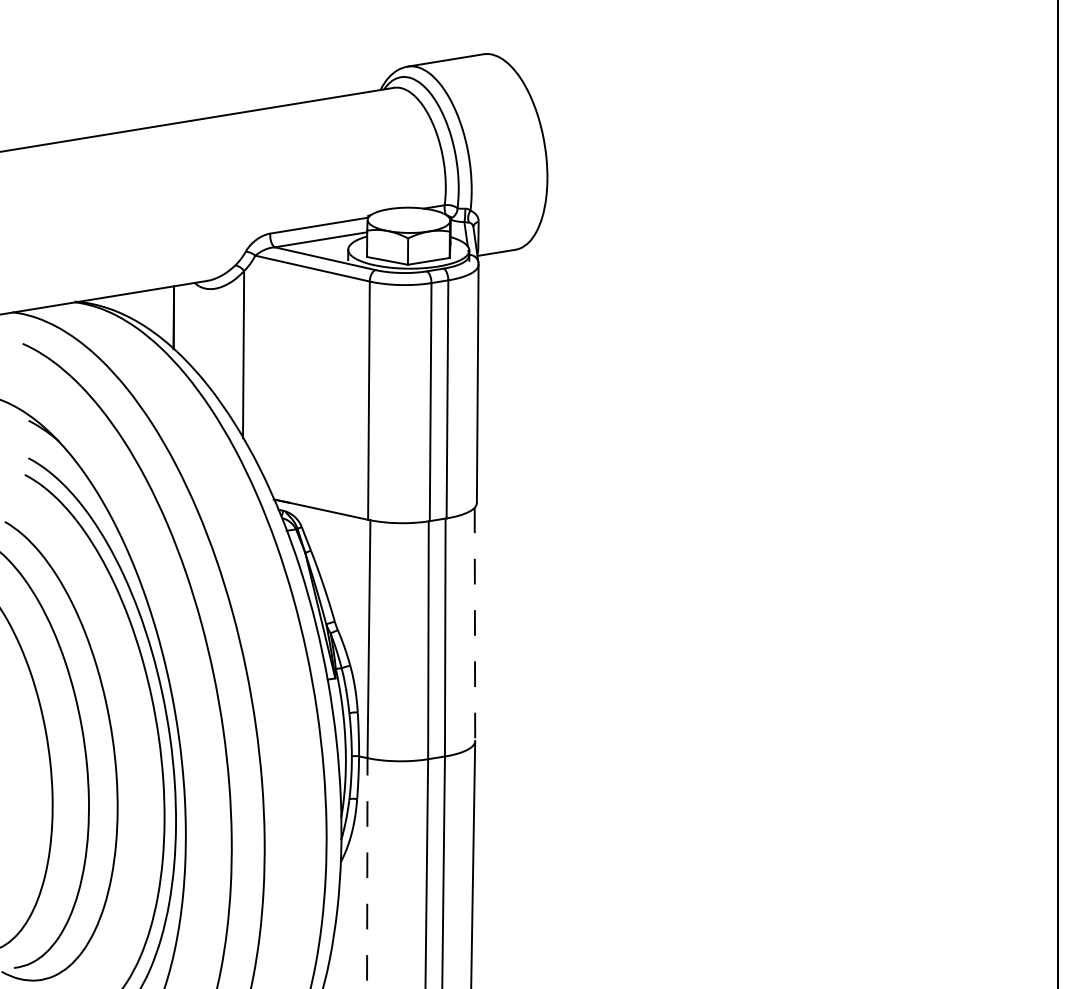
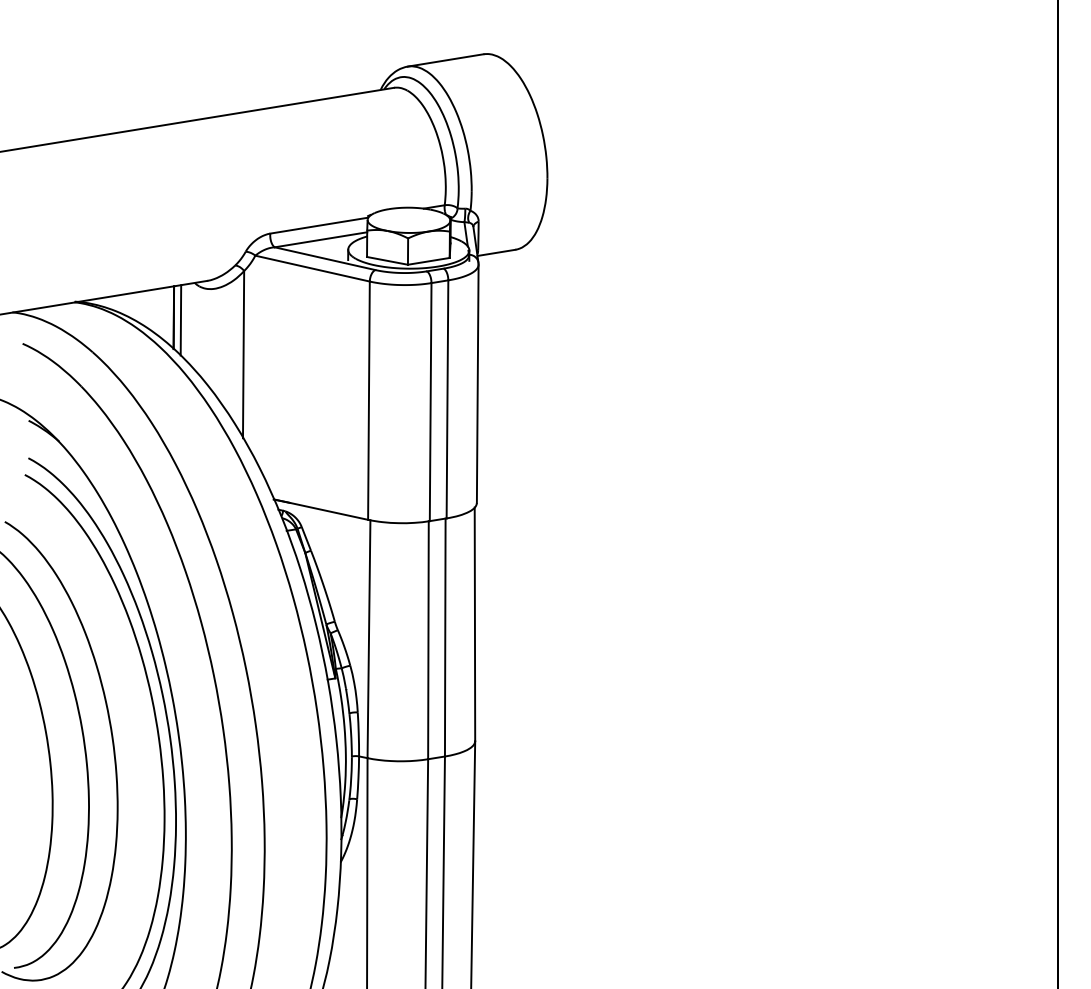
line at (180, 320): none -> present
line at (474, 624): dashed -> solid
line at (367, 872): dashed -> solid
